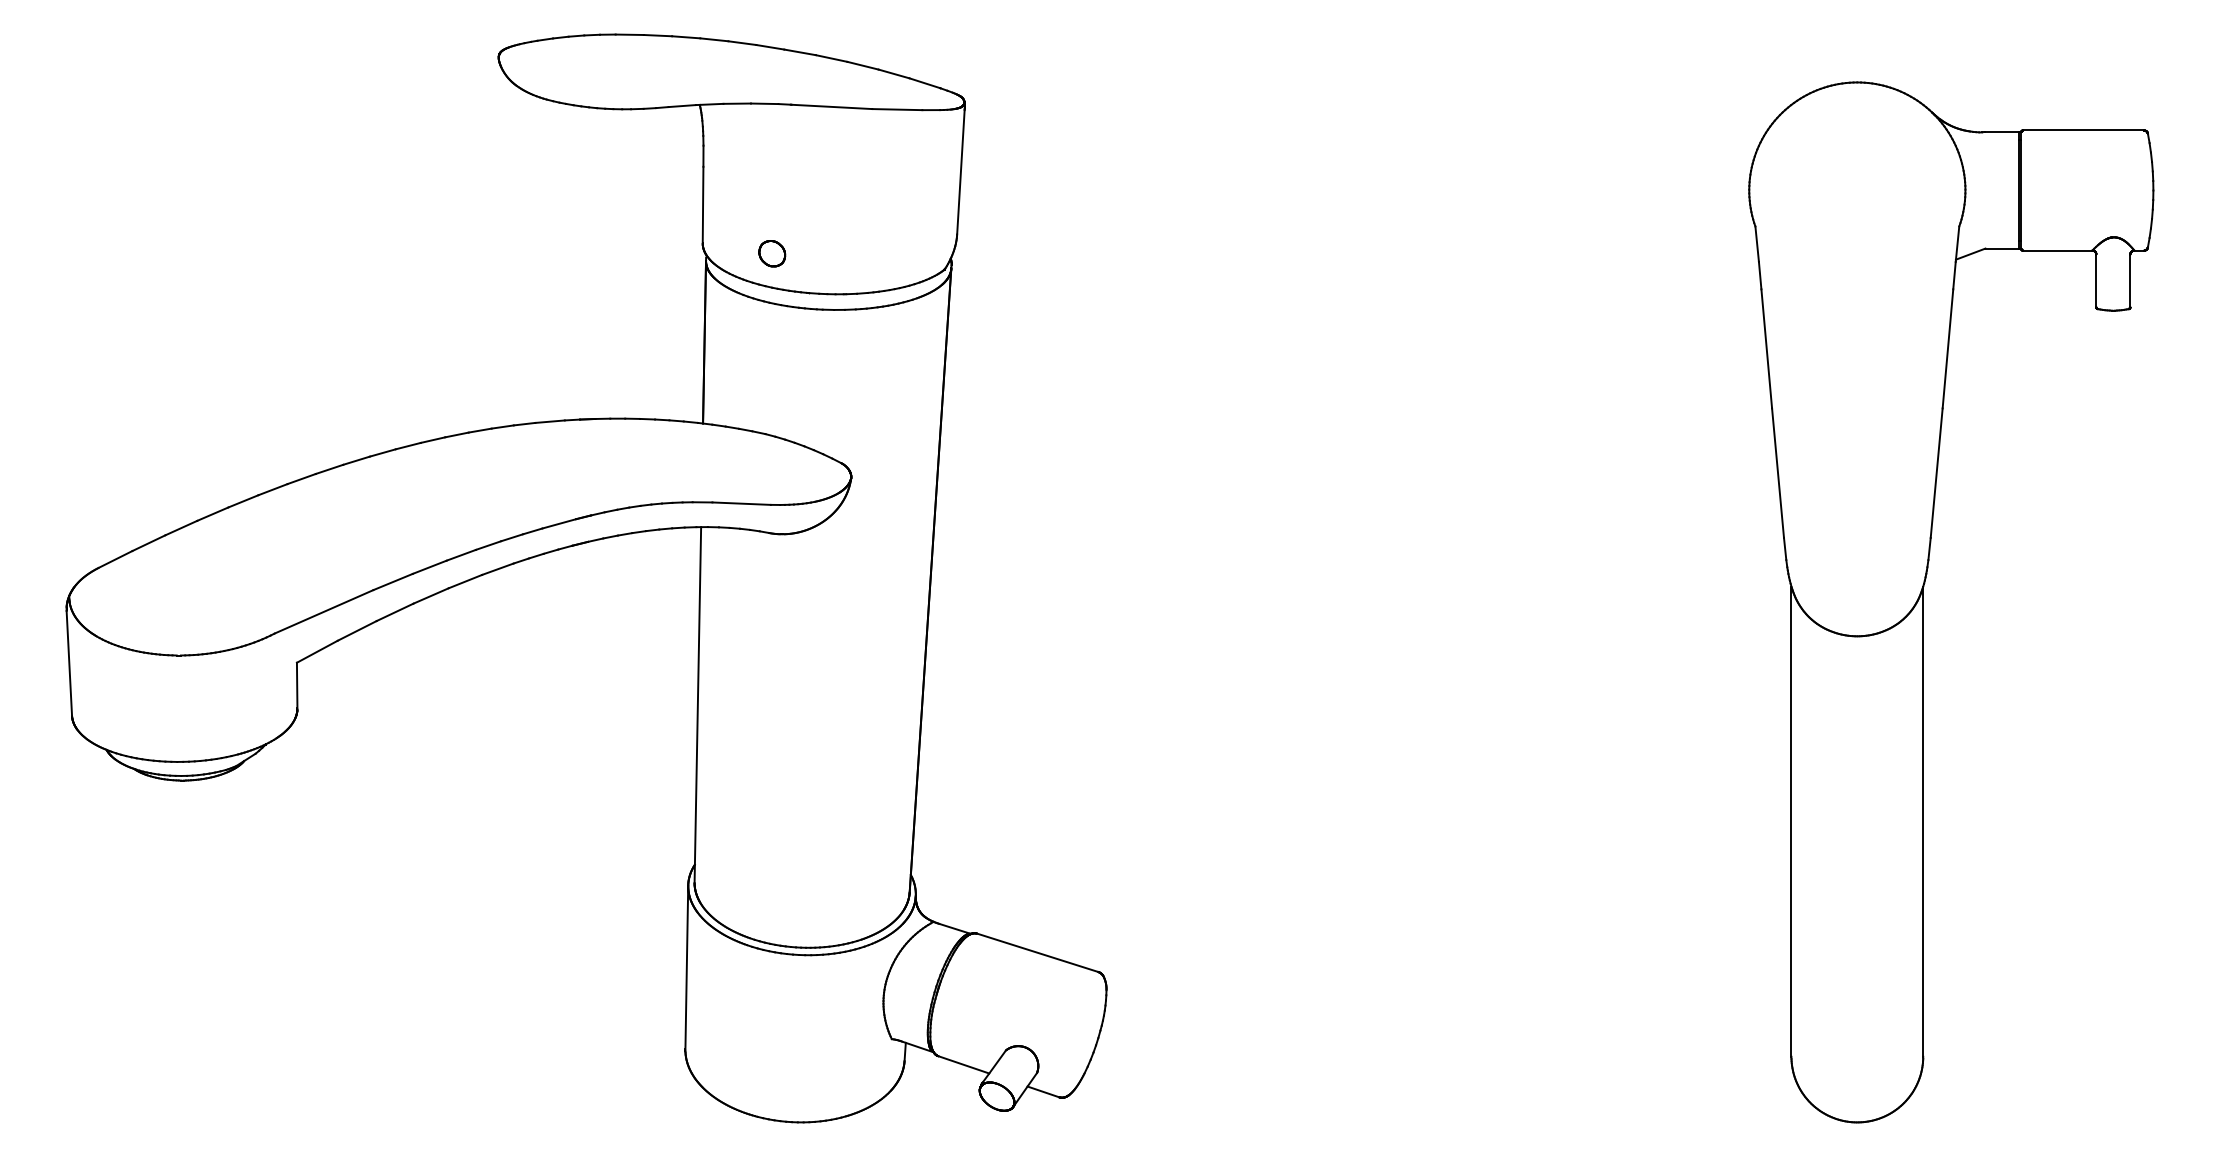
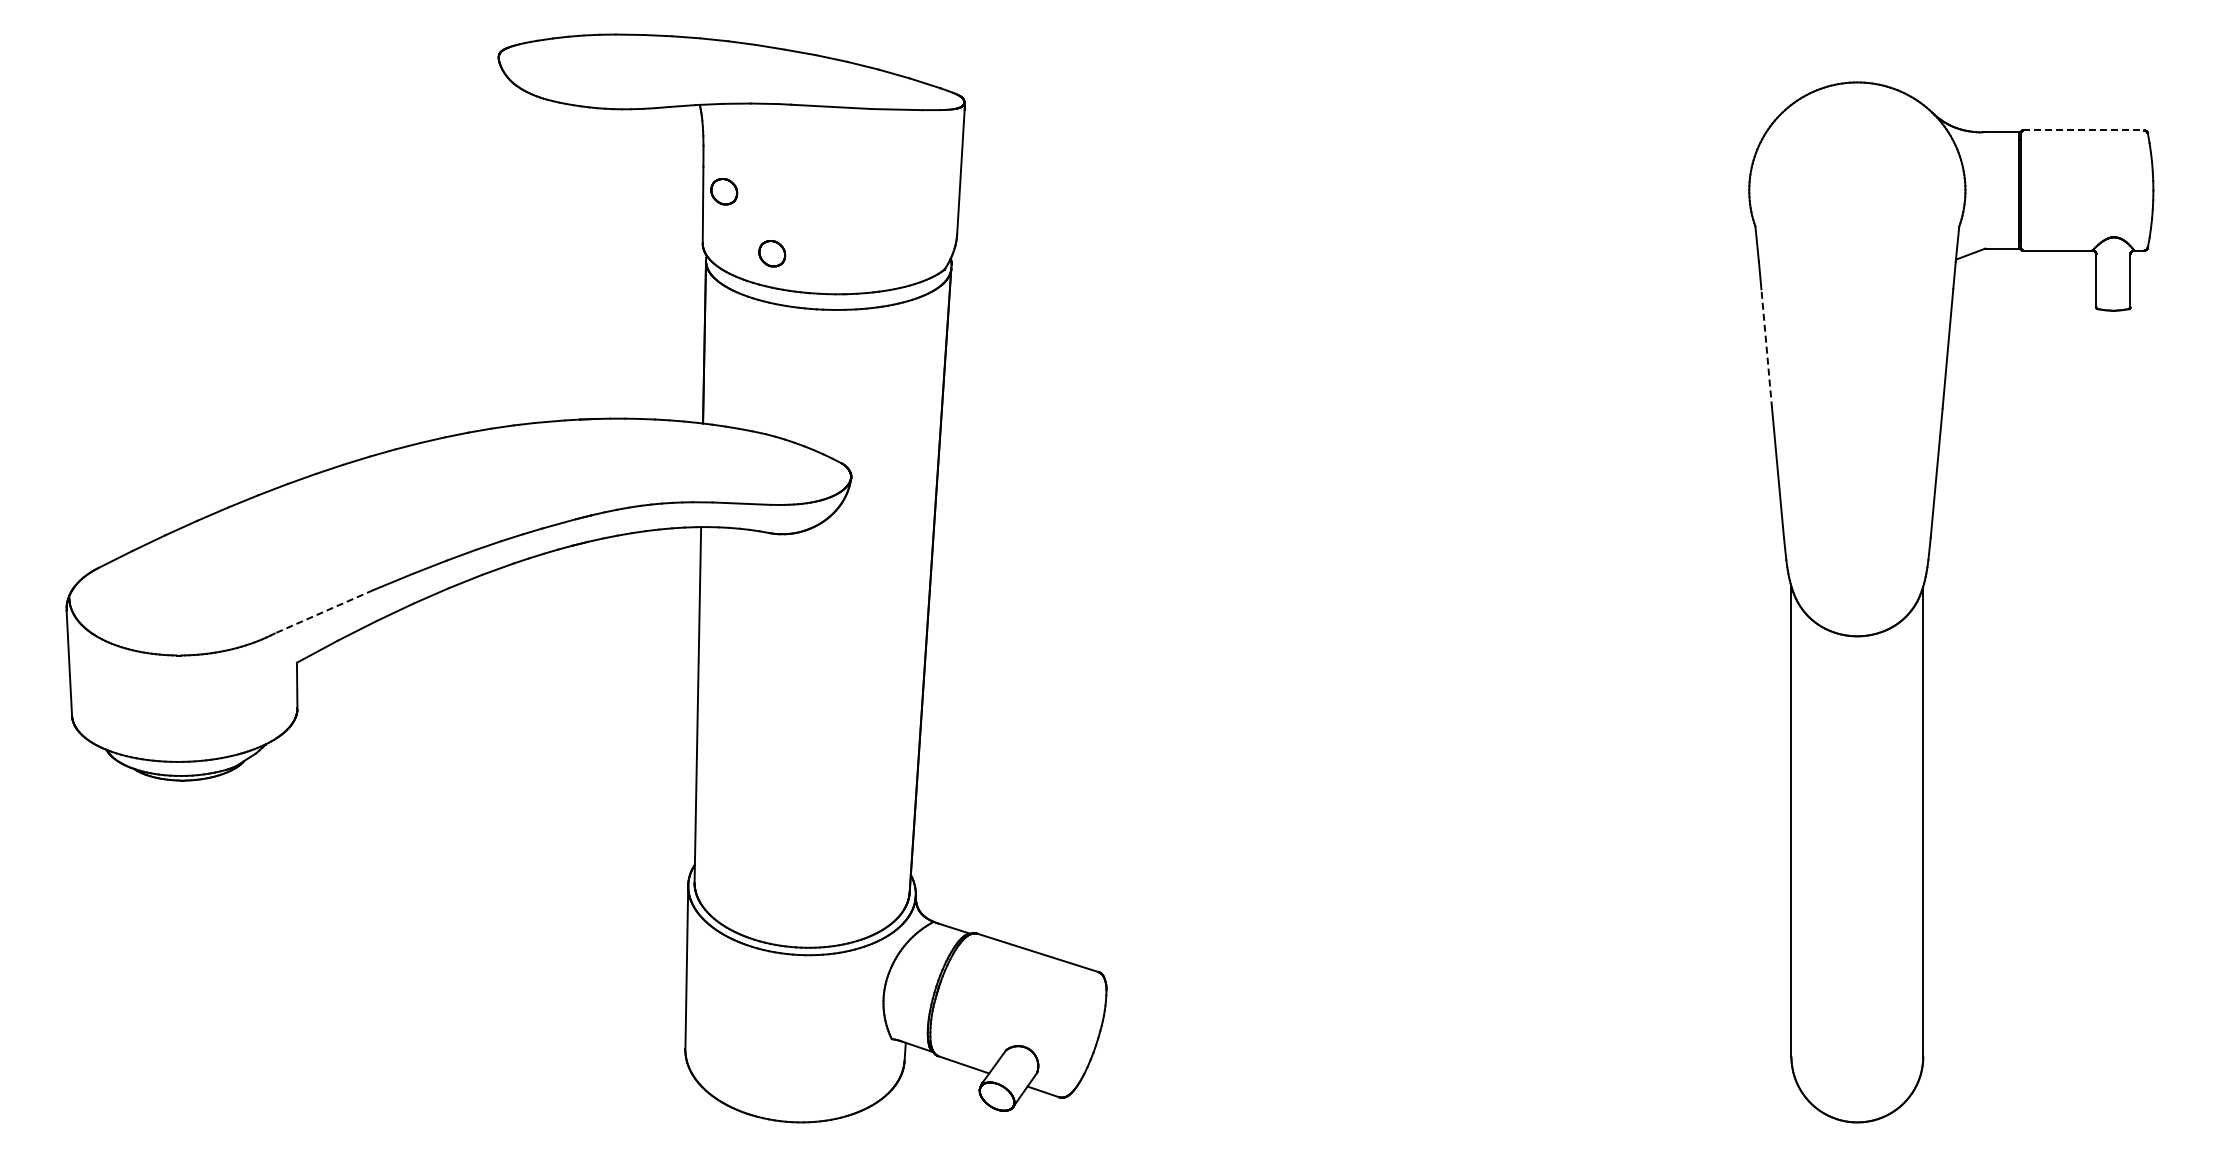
line at (2084, 130): solid -> dashed
part at (724, 191): none -> present
line at (1766, 348): solid -> dashed
line at (324, 611): solid -> dashed
